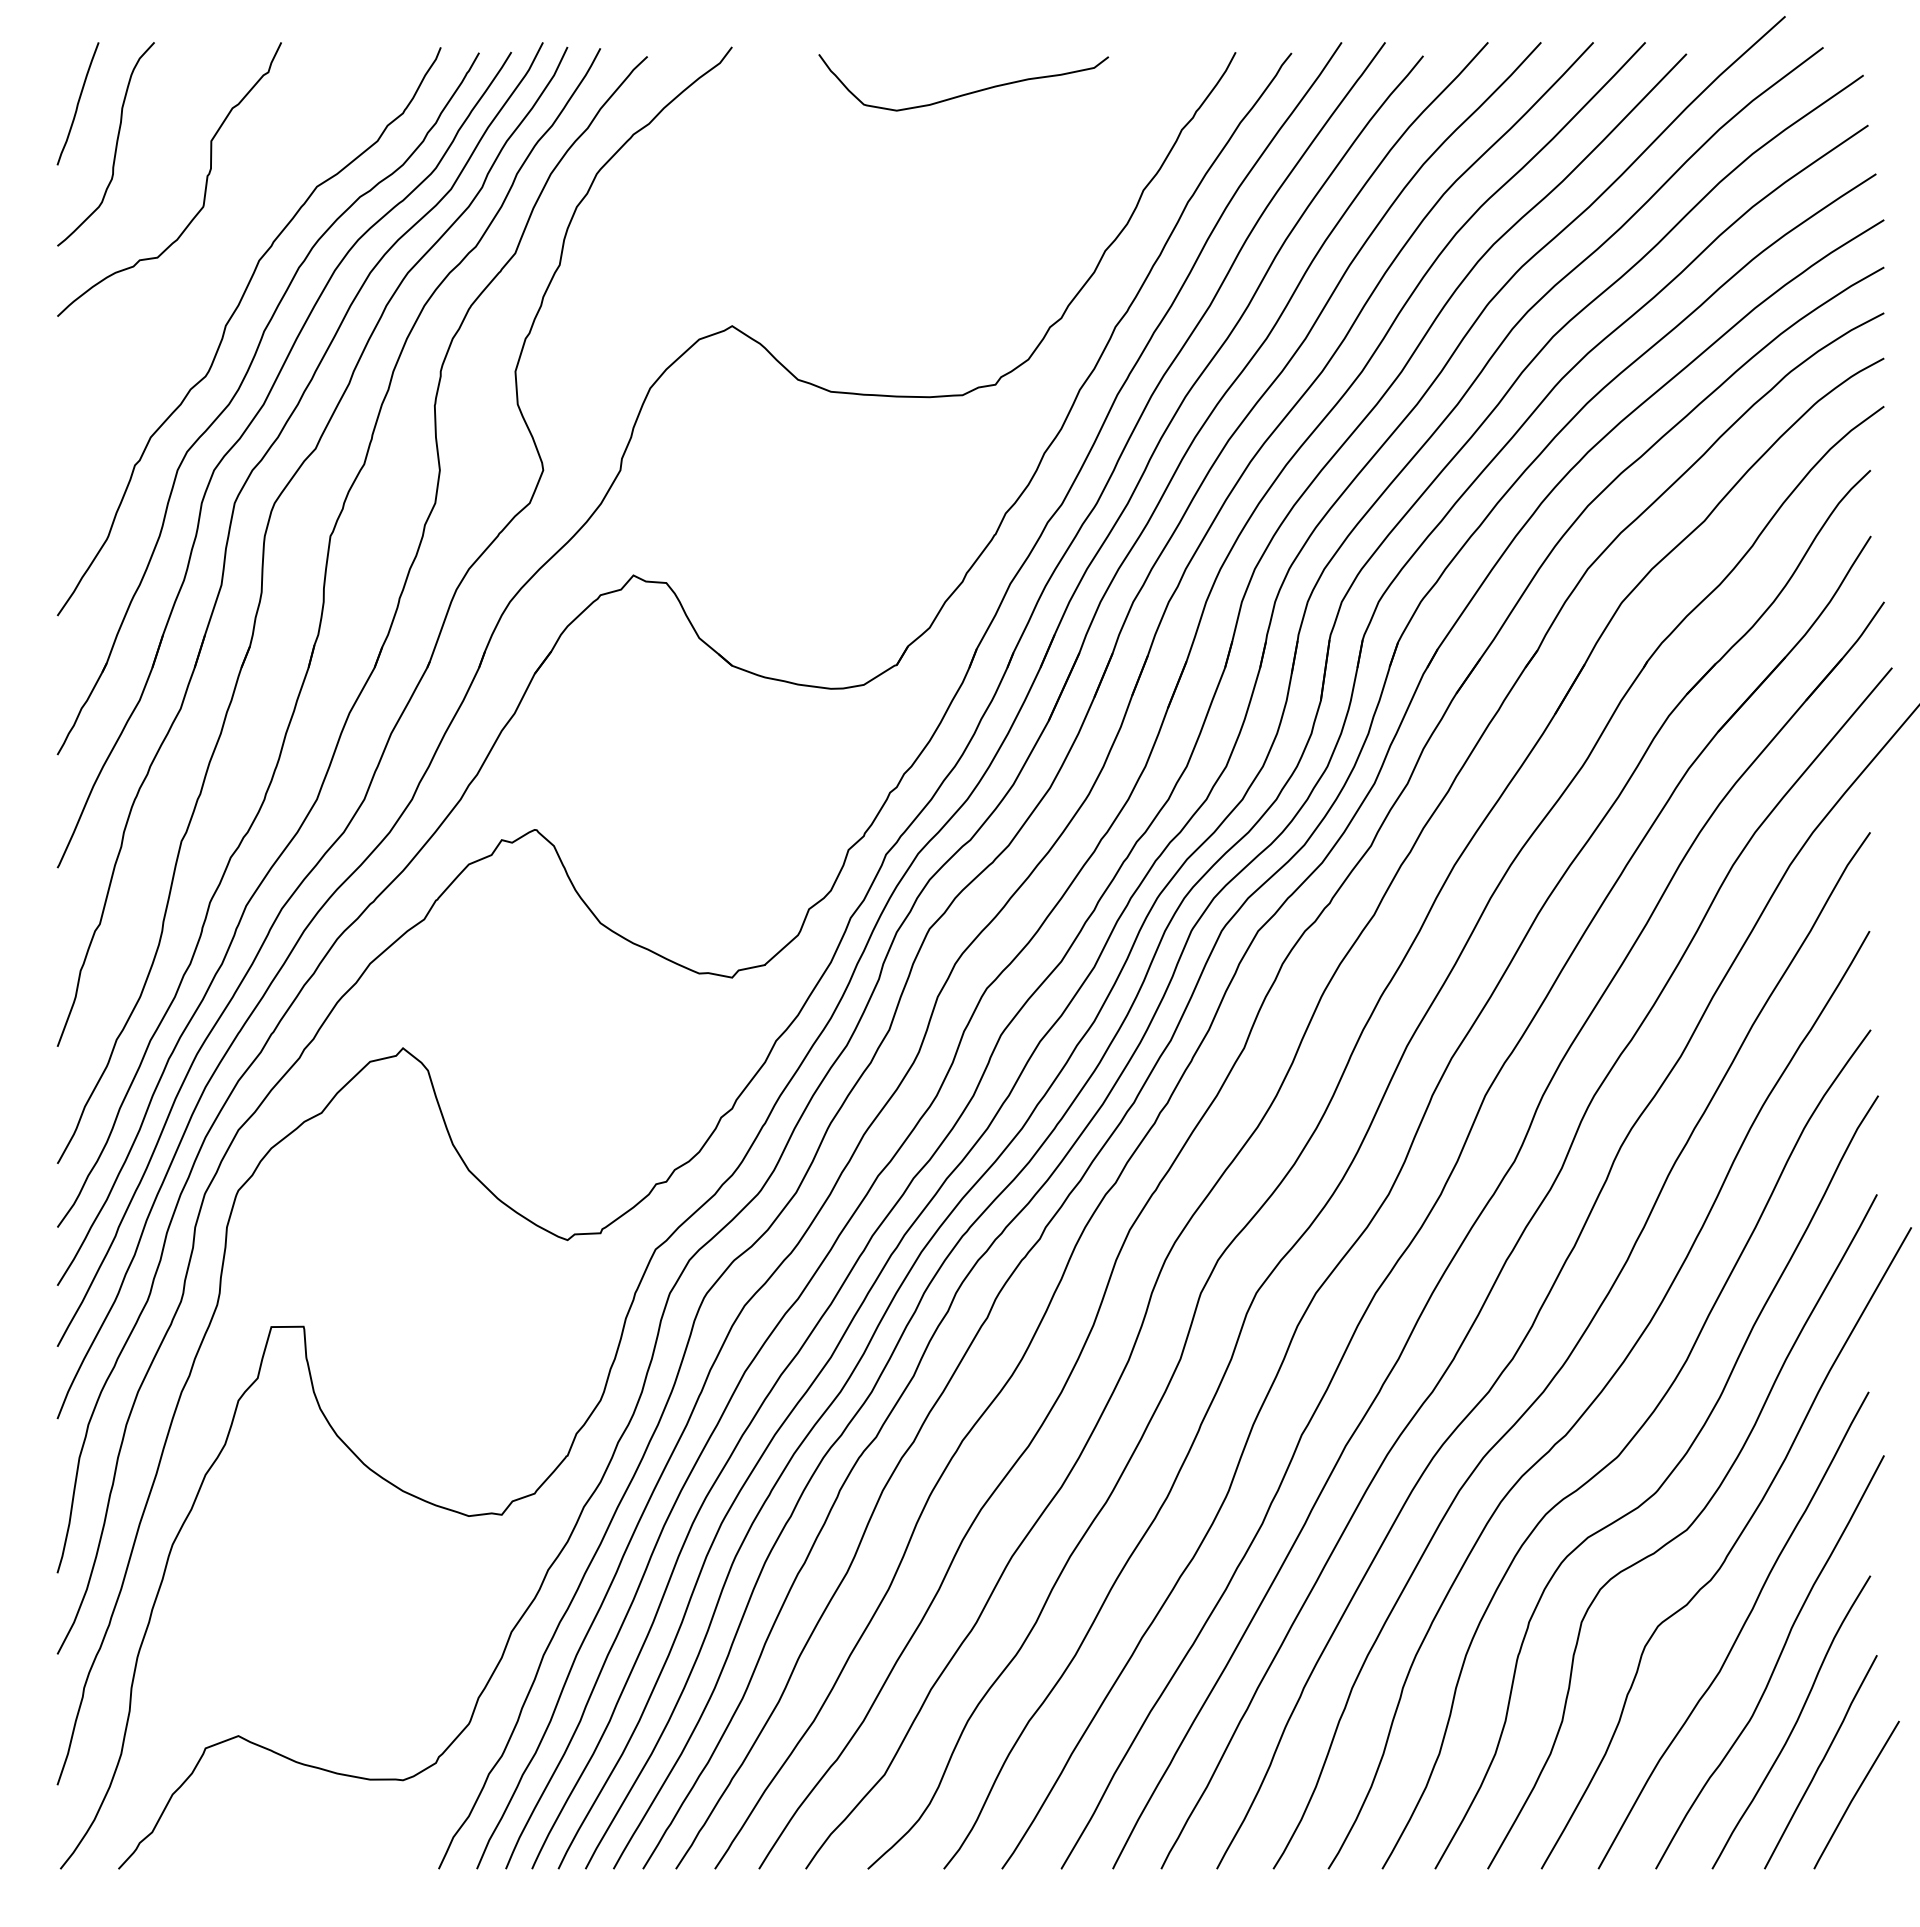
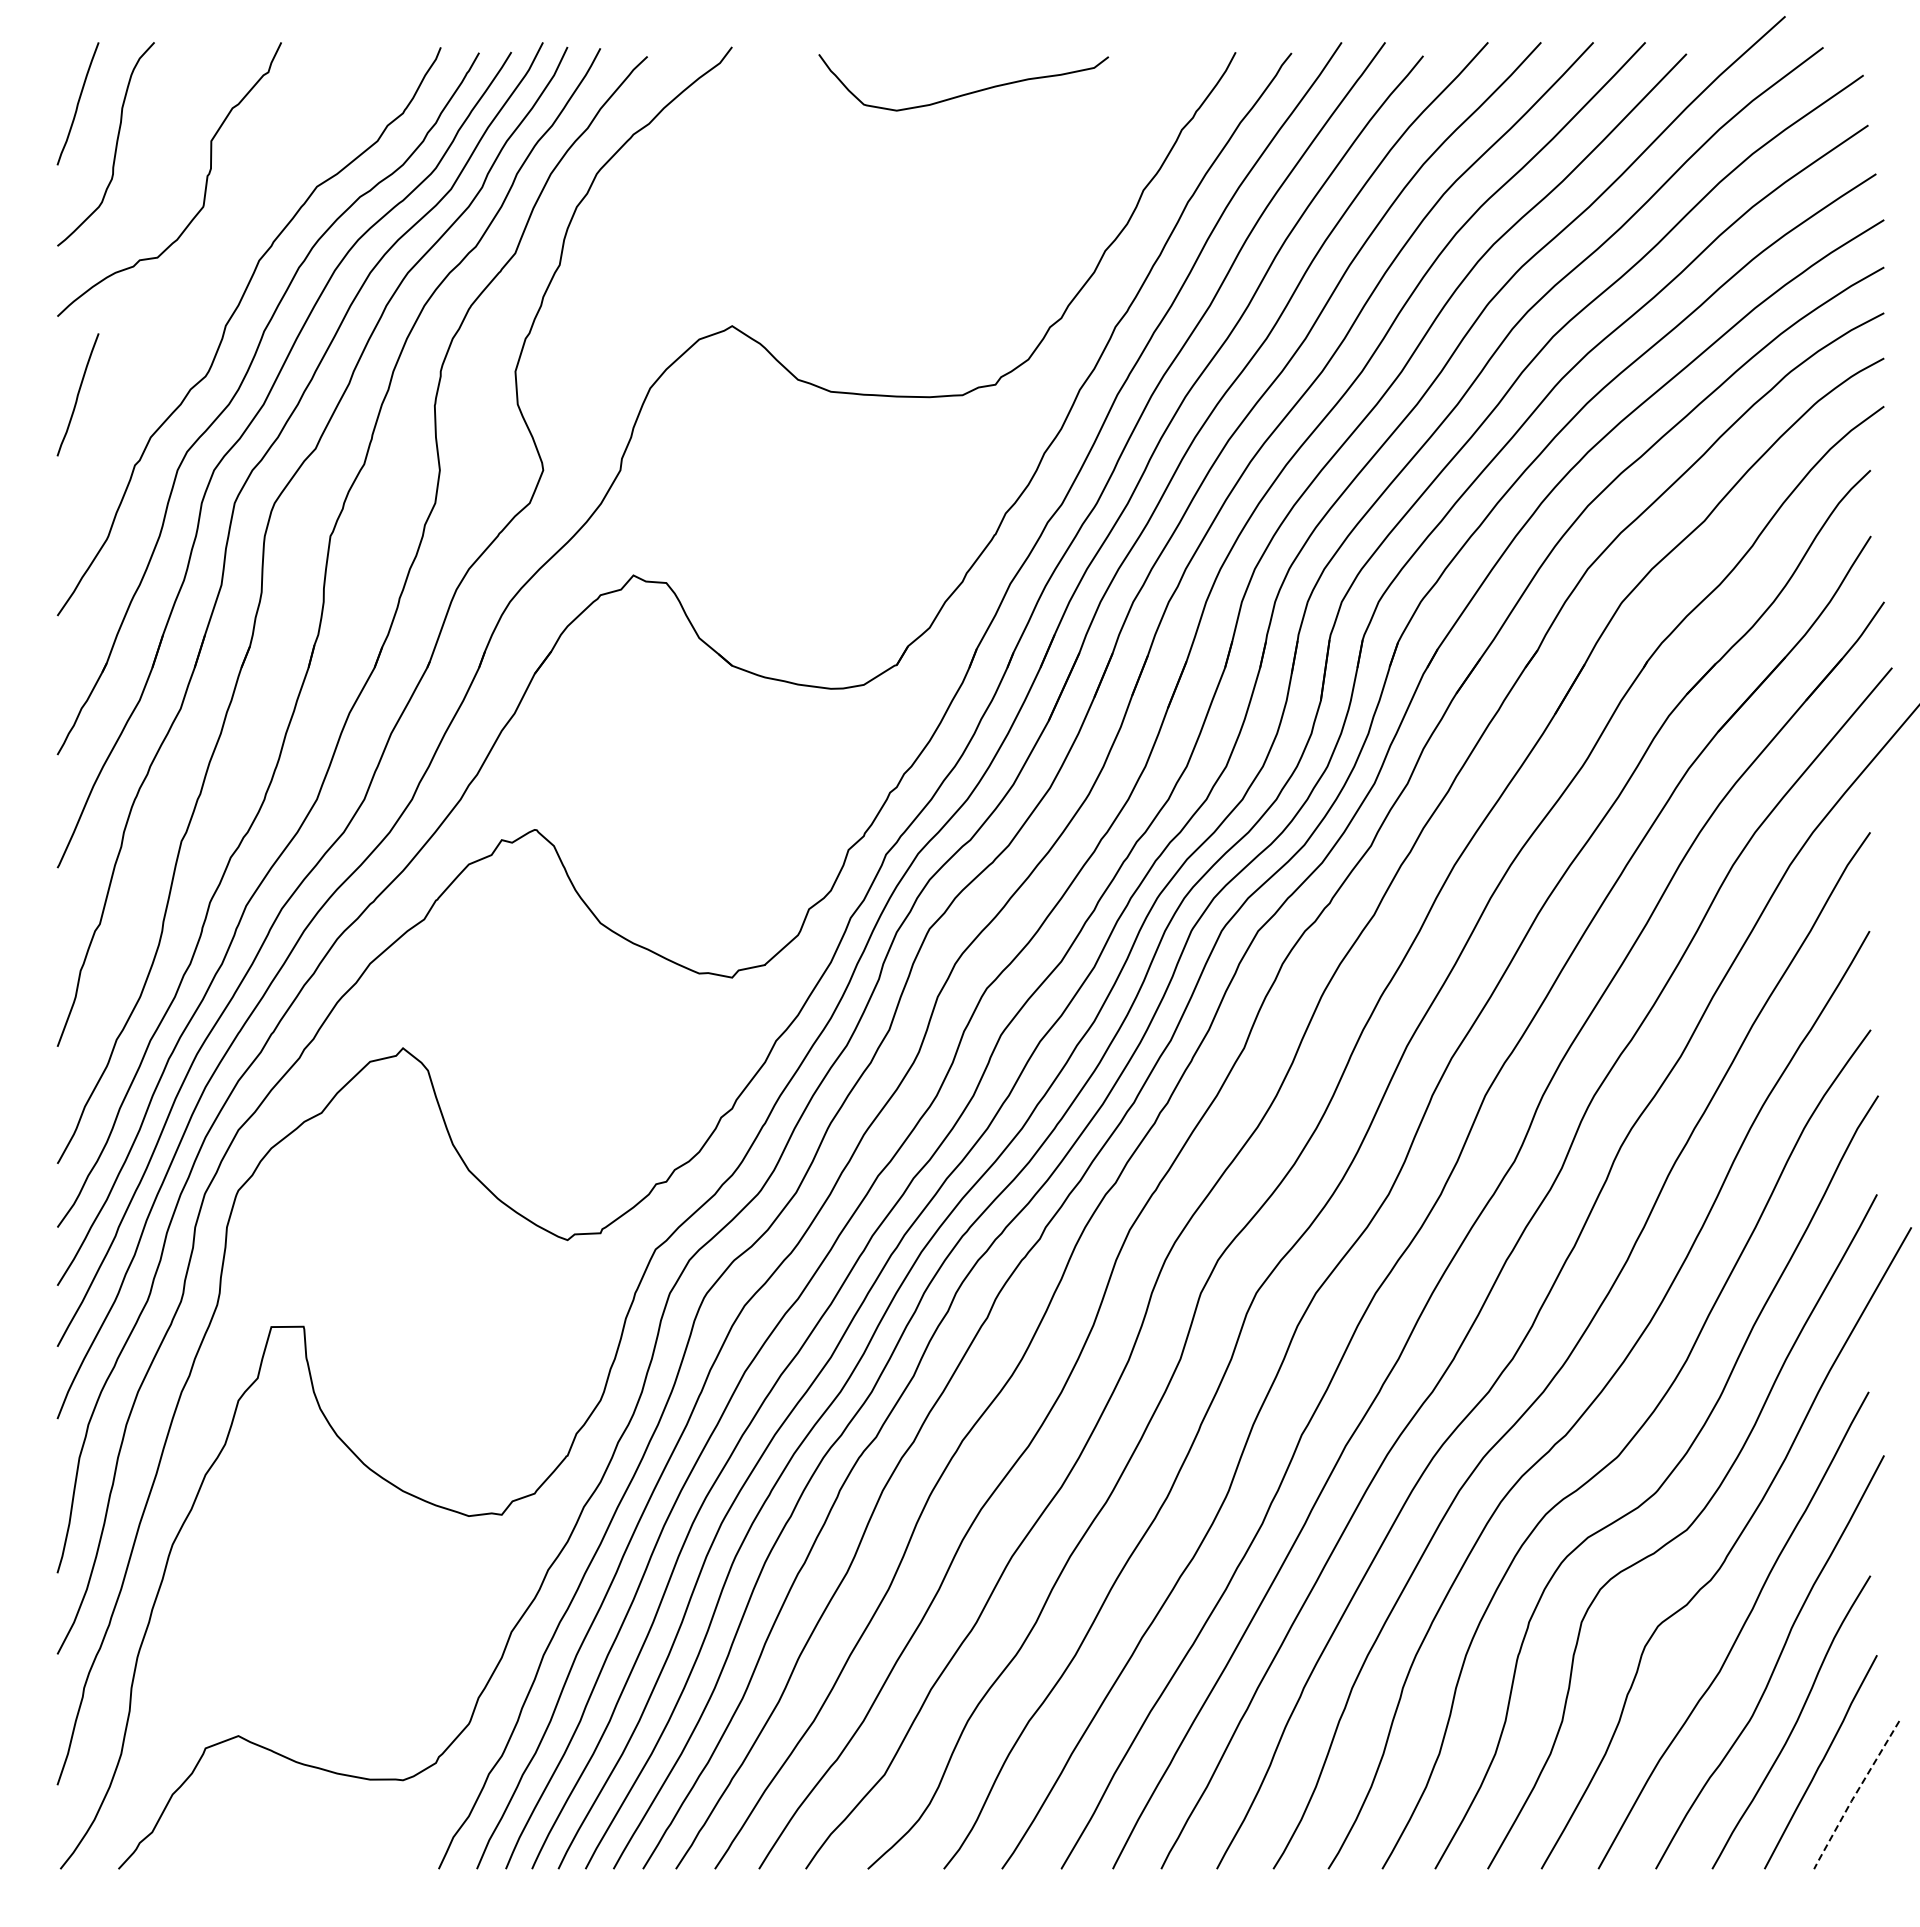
curve at (77, 394): none -> present
line at (1854, 1795): solid -> dashed
